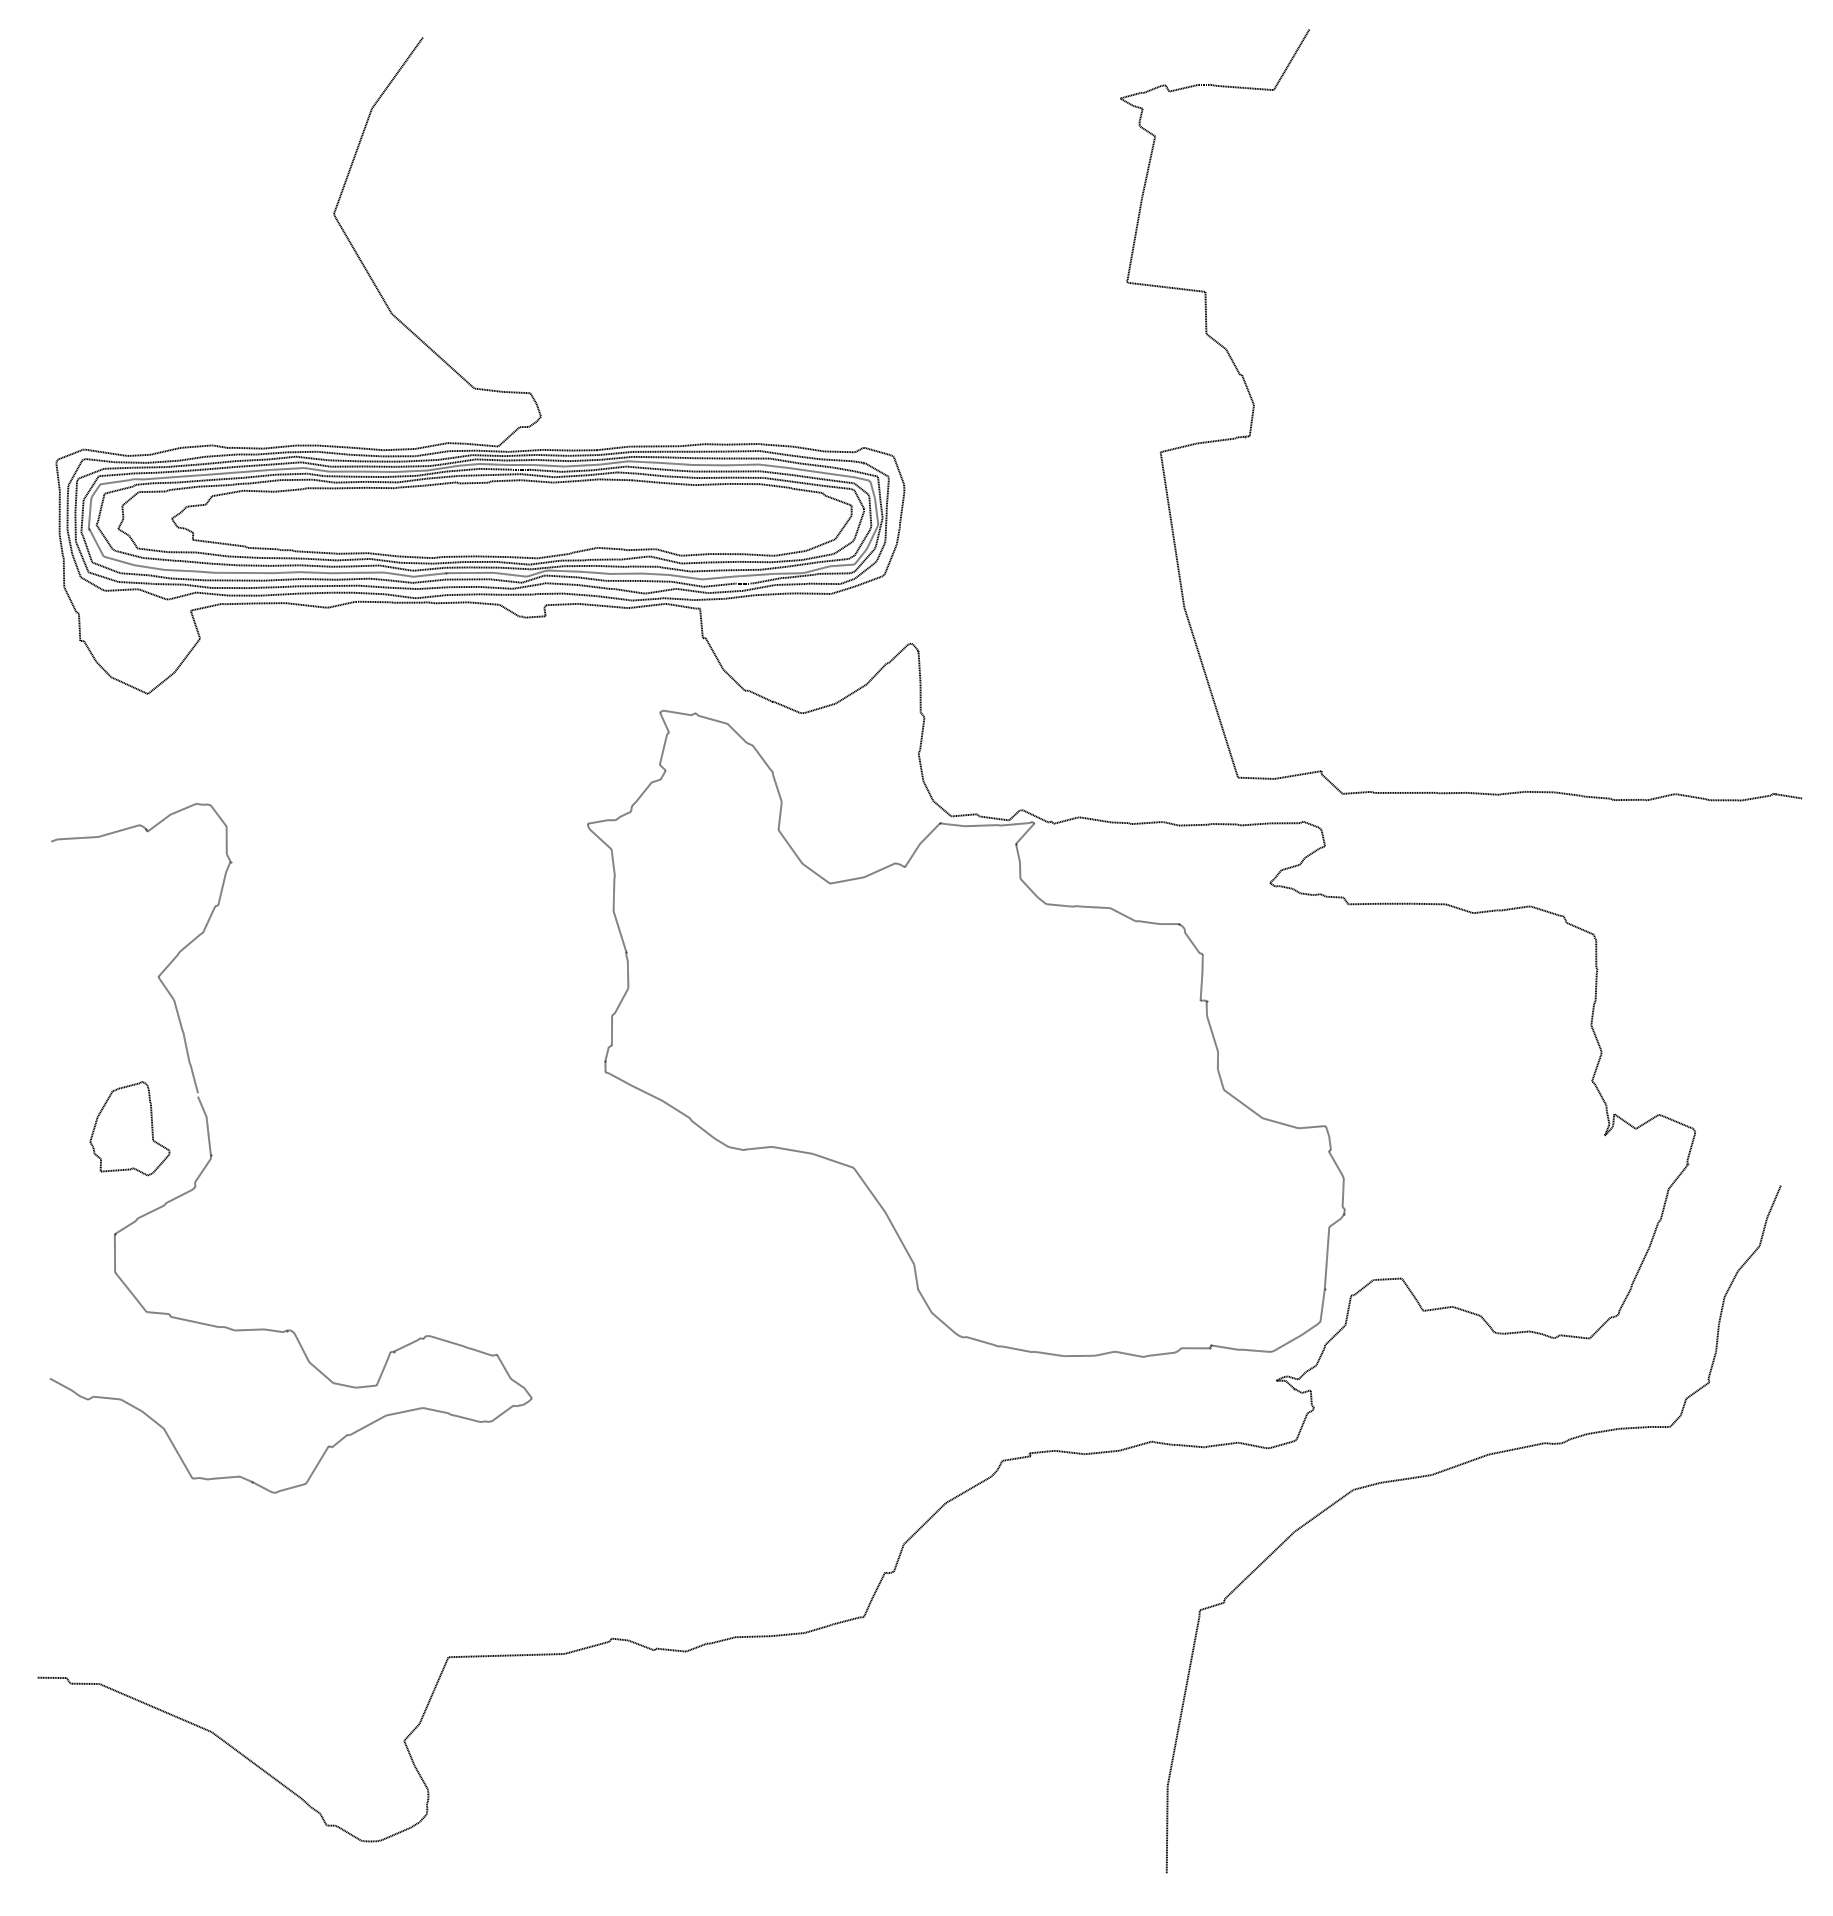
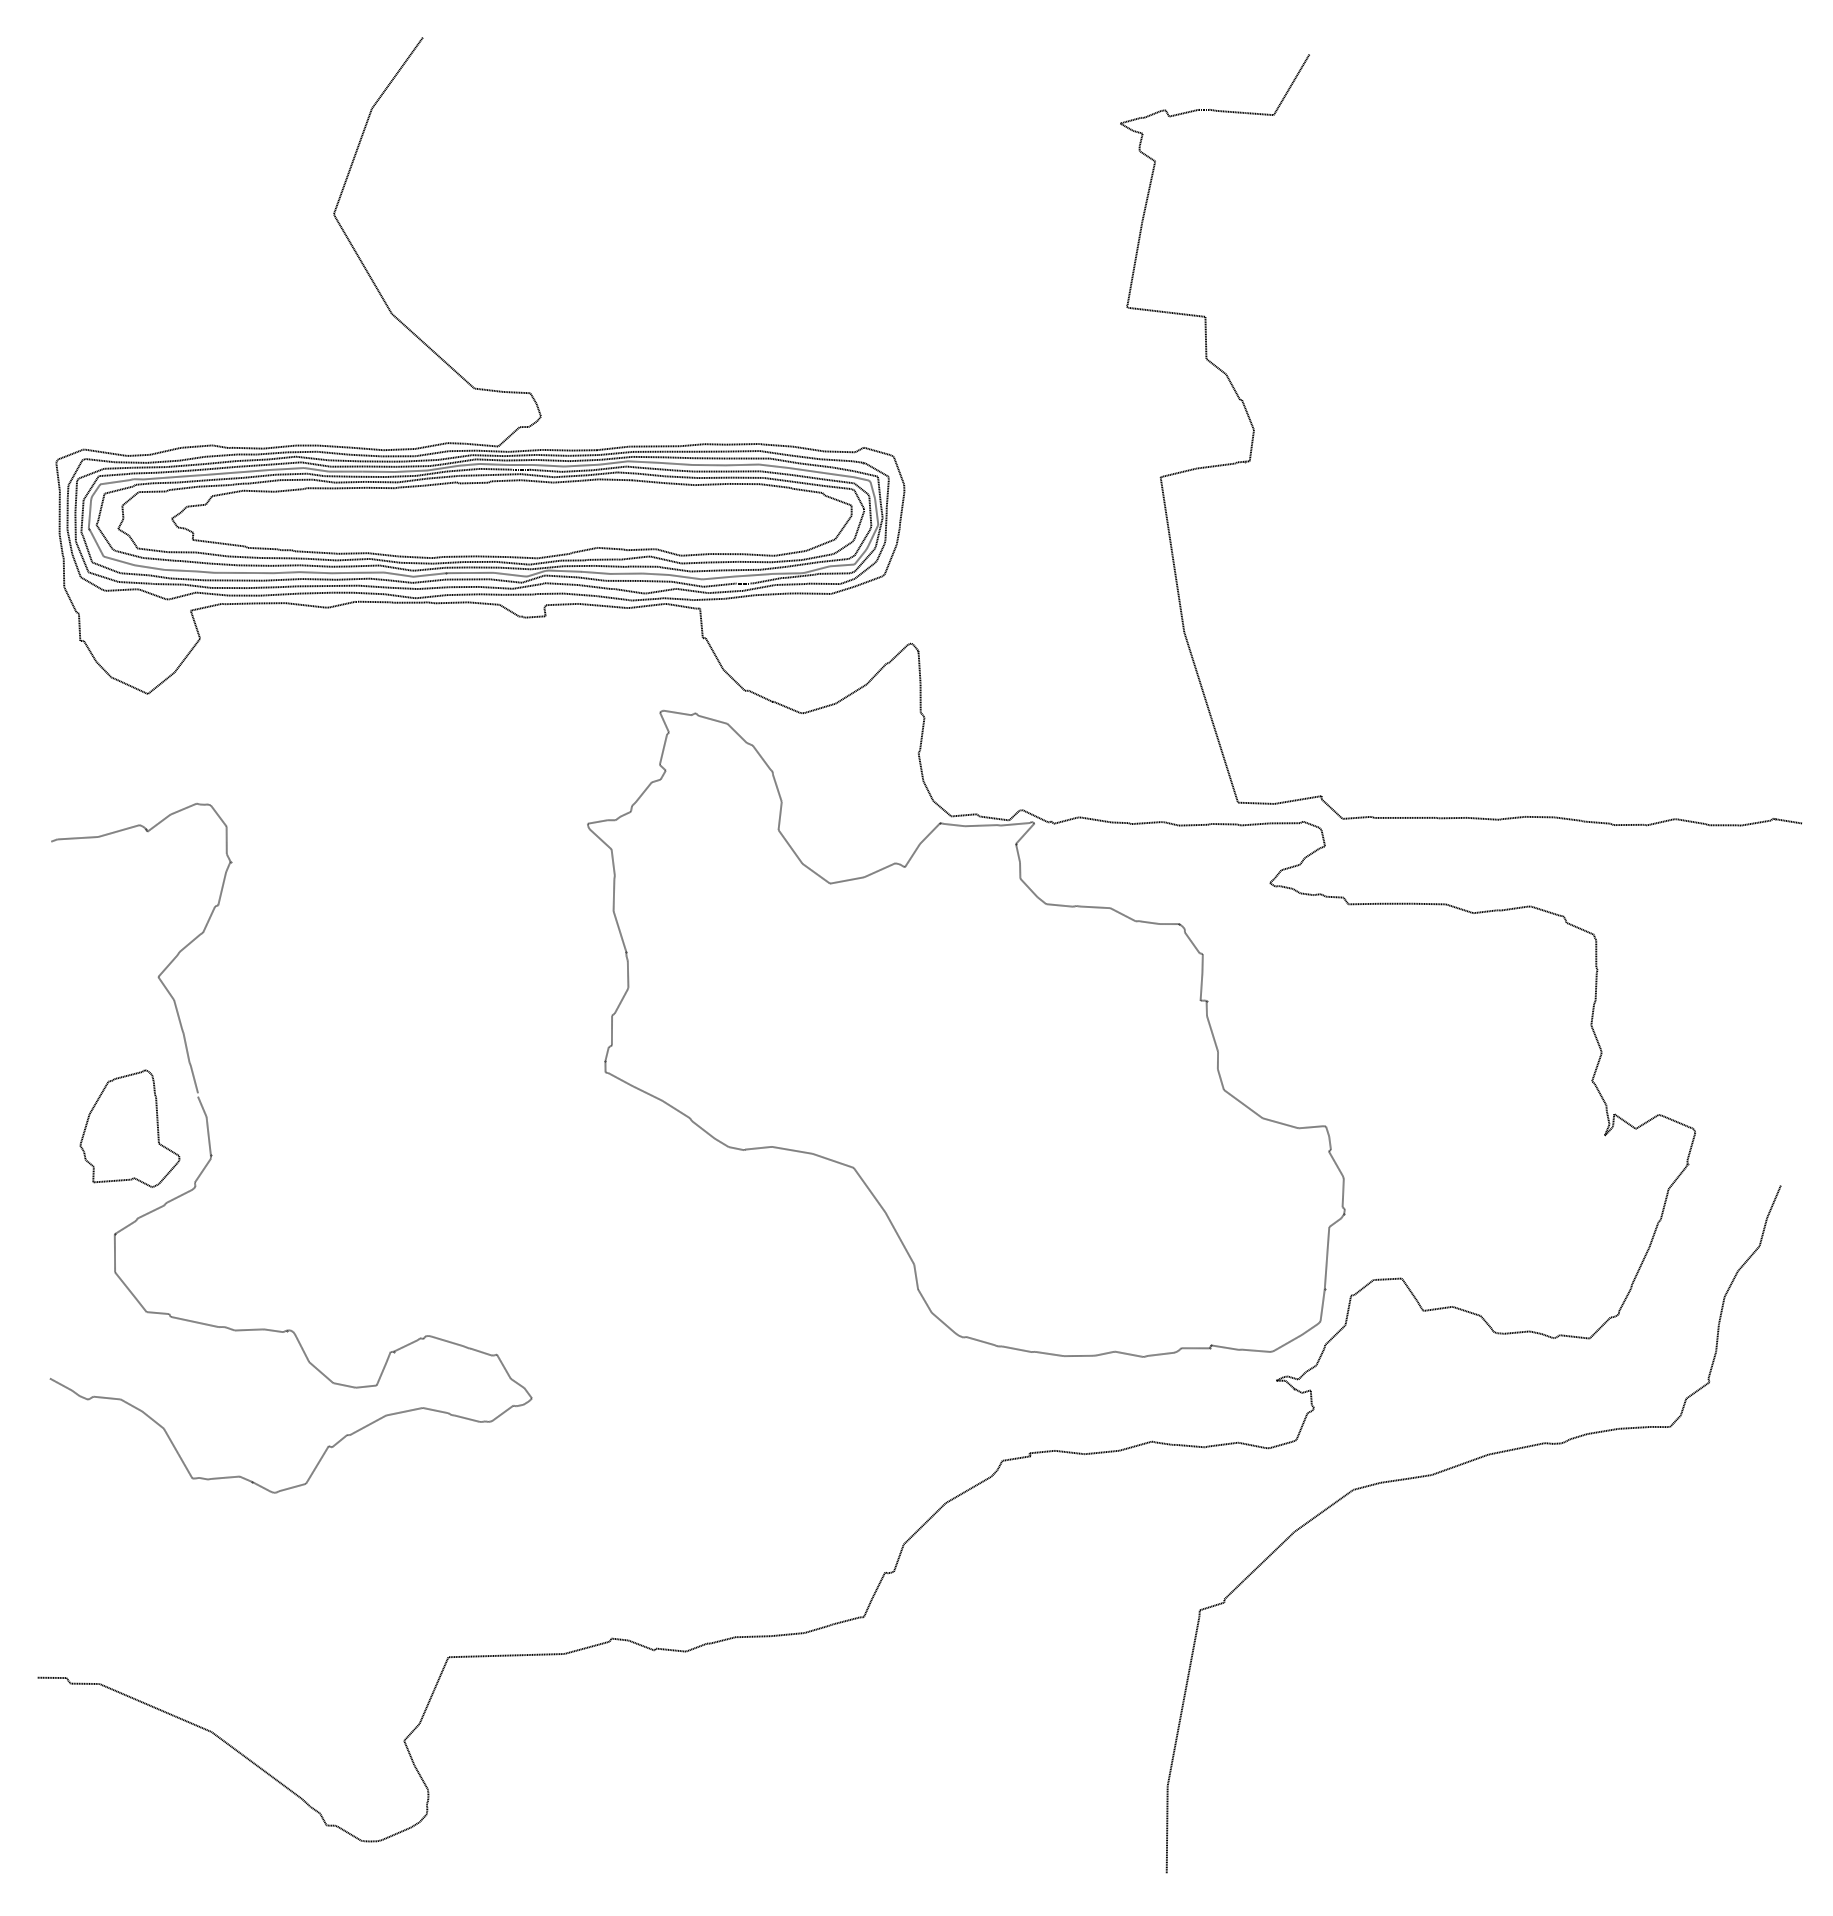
curve at (1254, 410) position: (1254, 410) -> (1254, 435)
part at (129, 1128) size: 82x96 px -> 102x119 px
